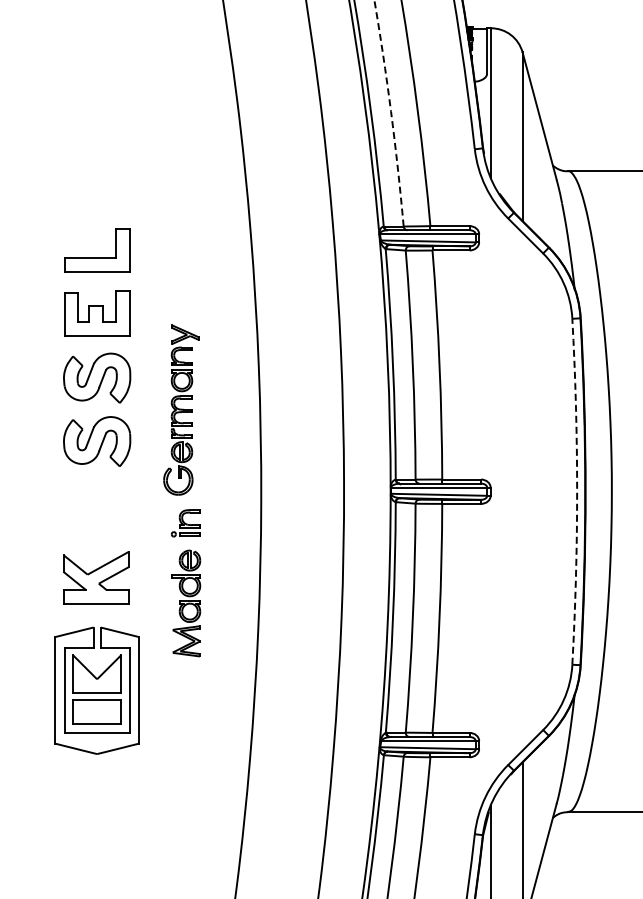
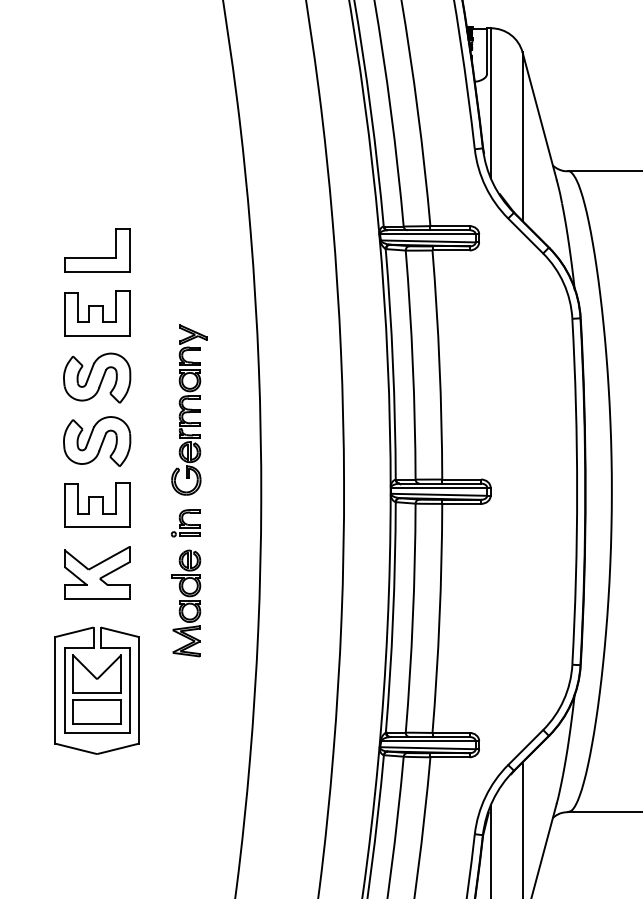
arc at (391, 112): dashed -> solid
part at (181, 409) position: (181, 409) -> (189, 409)
arc at (577, 491): dashed -> solid
part at (97, 504): none -> present
part at (96, 577) position: (96, 577) -> (97, 572)
